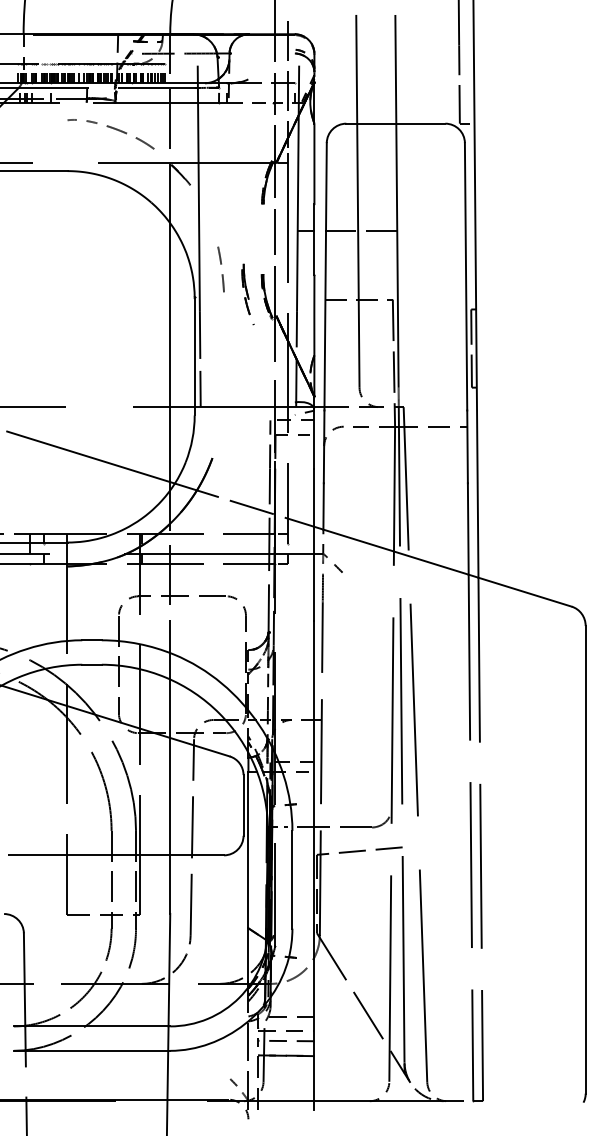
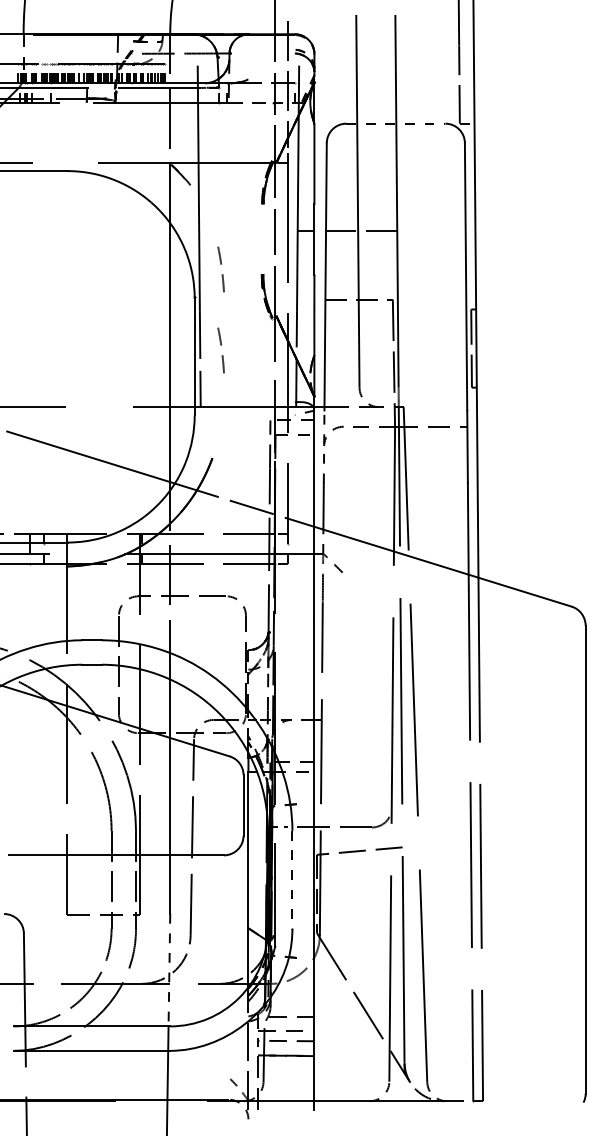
line at (395, 123): solid -> dashed
part at (110, 134): present -> none
part at (247, 294): present -> none
curve at (220, 345): none -> present
line at (324, 446): solid -> dashed
line at (292, 879): solid -> dashed
line at (169, 970): solid -> dashed
